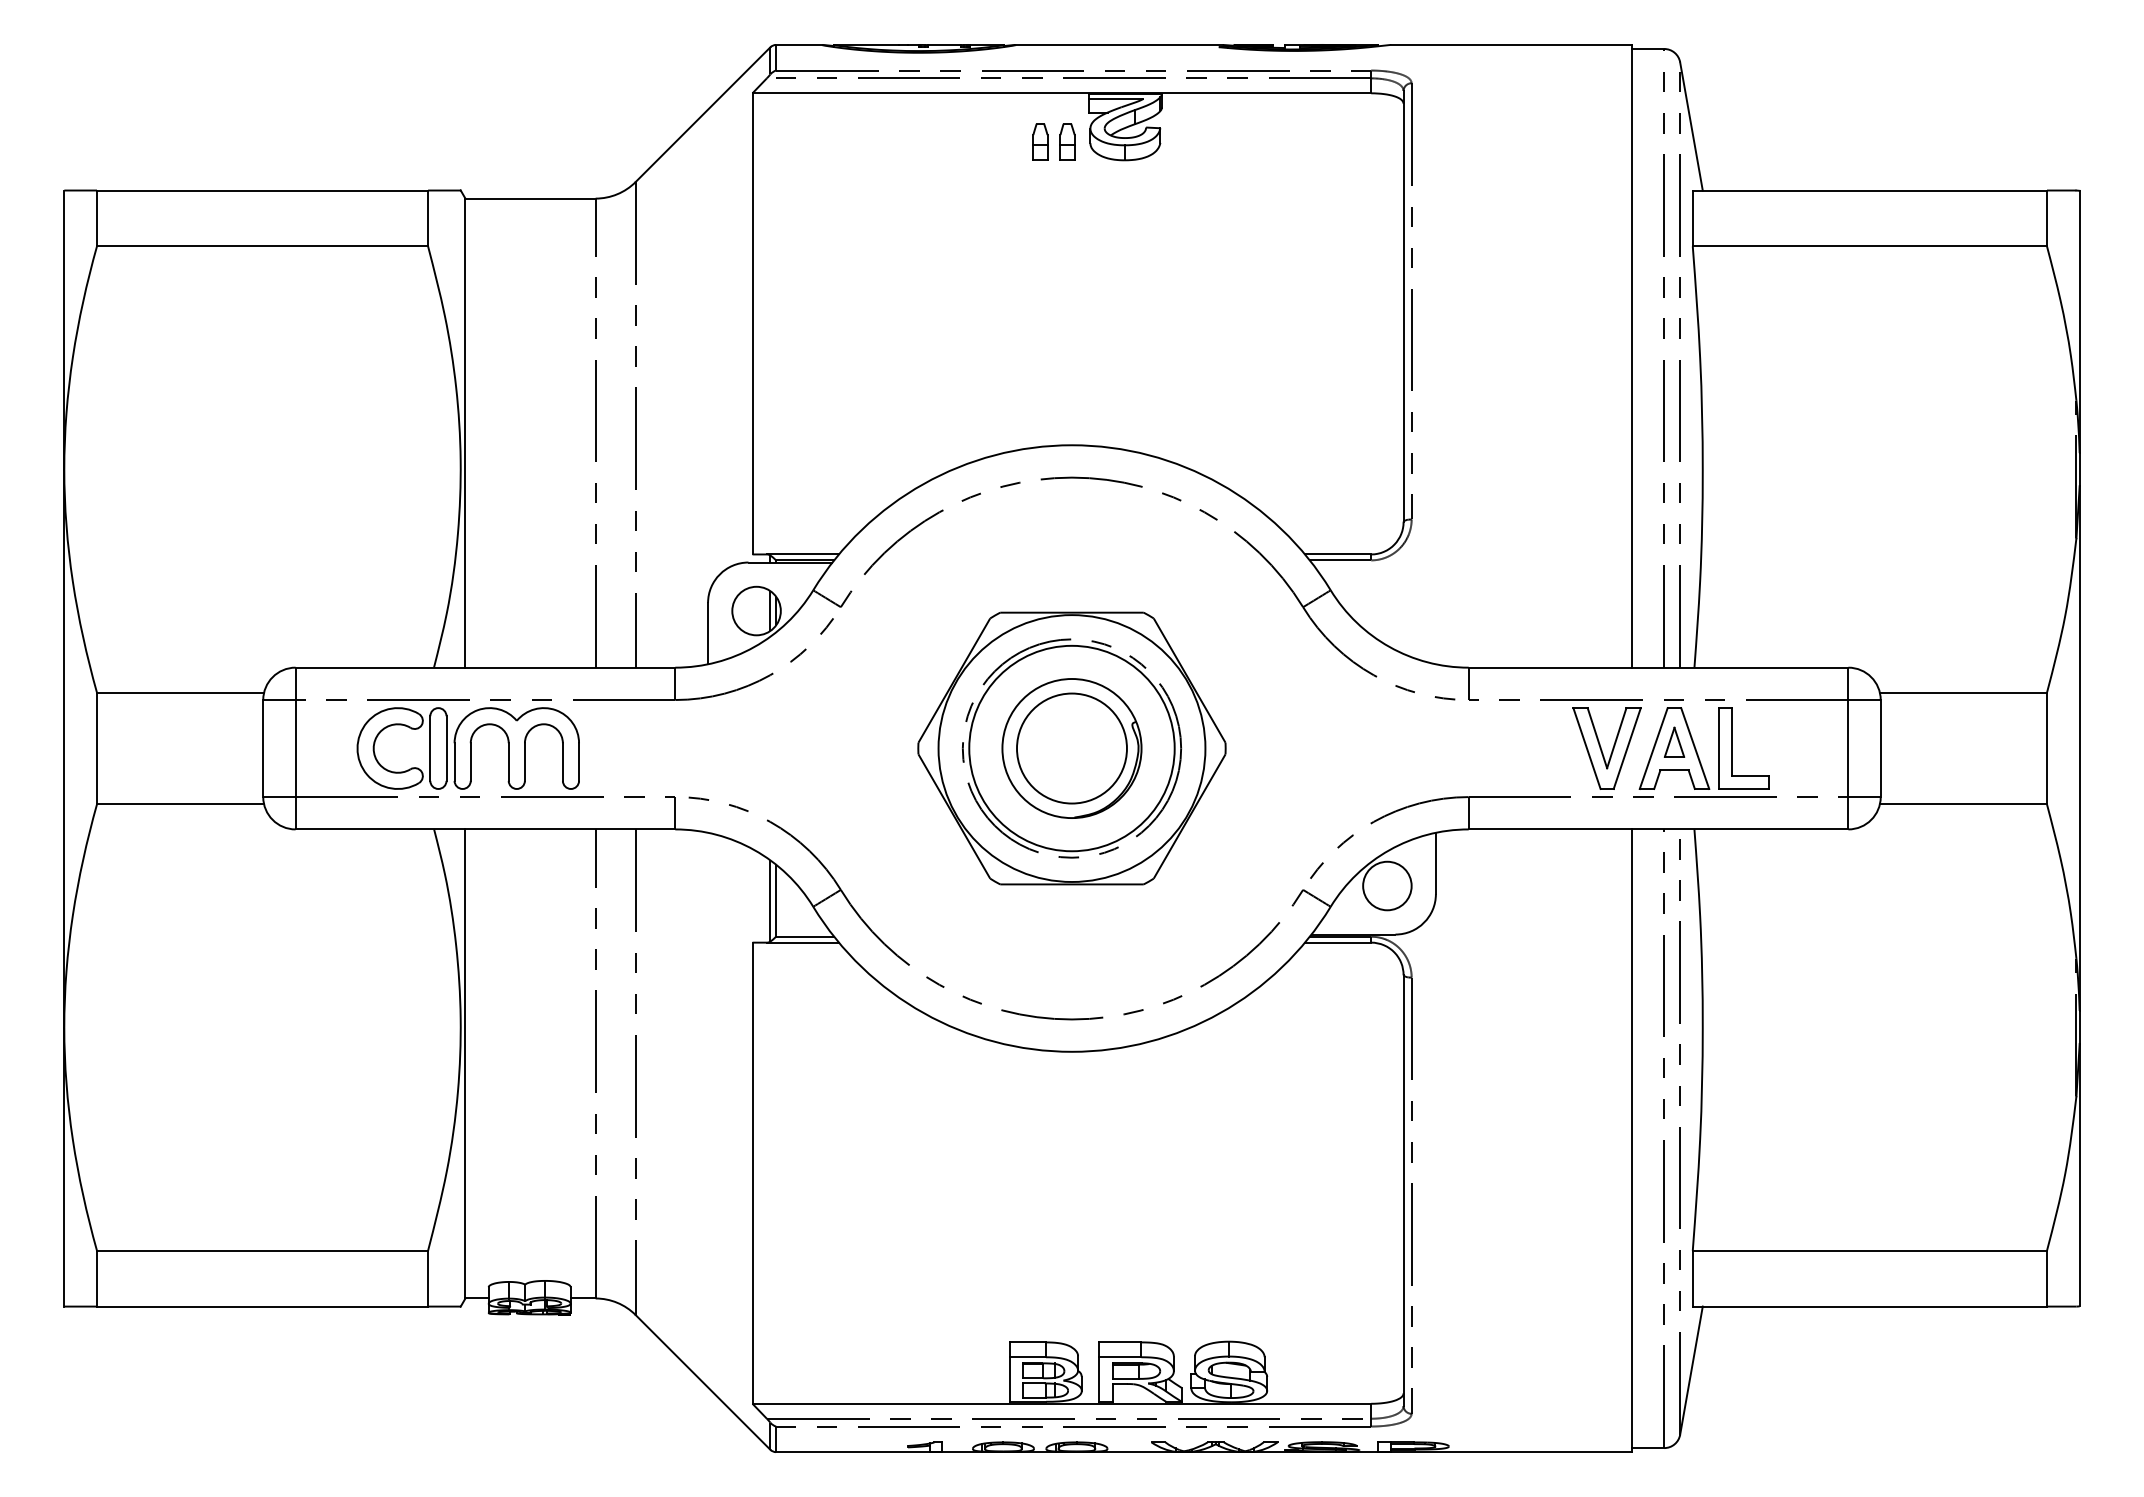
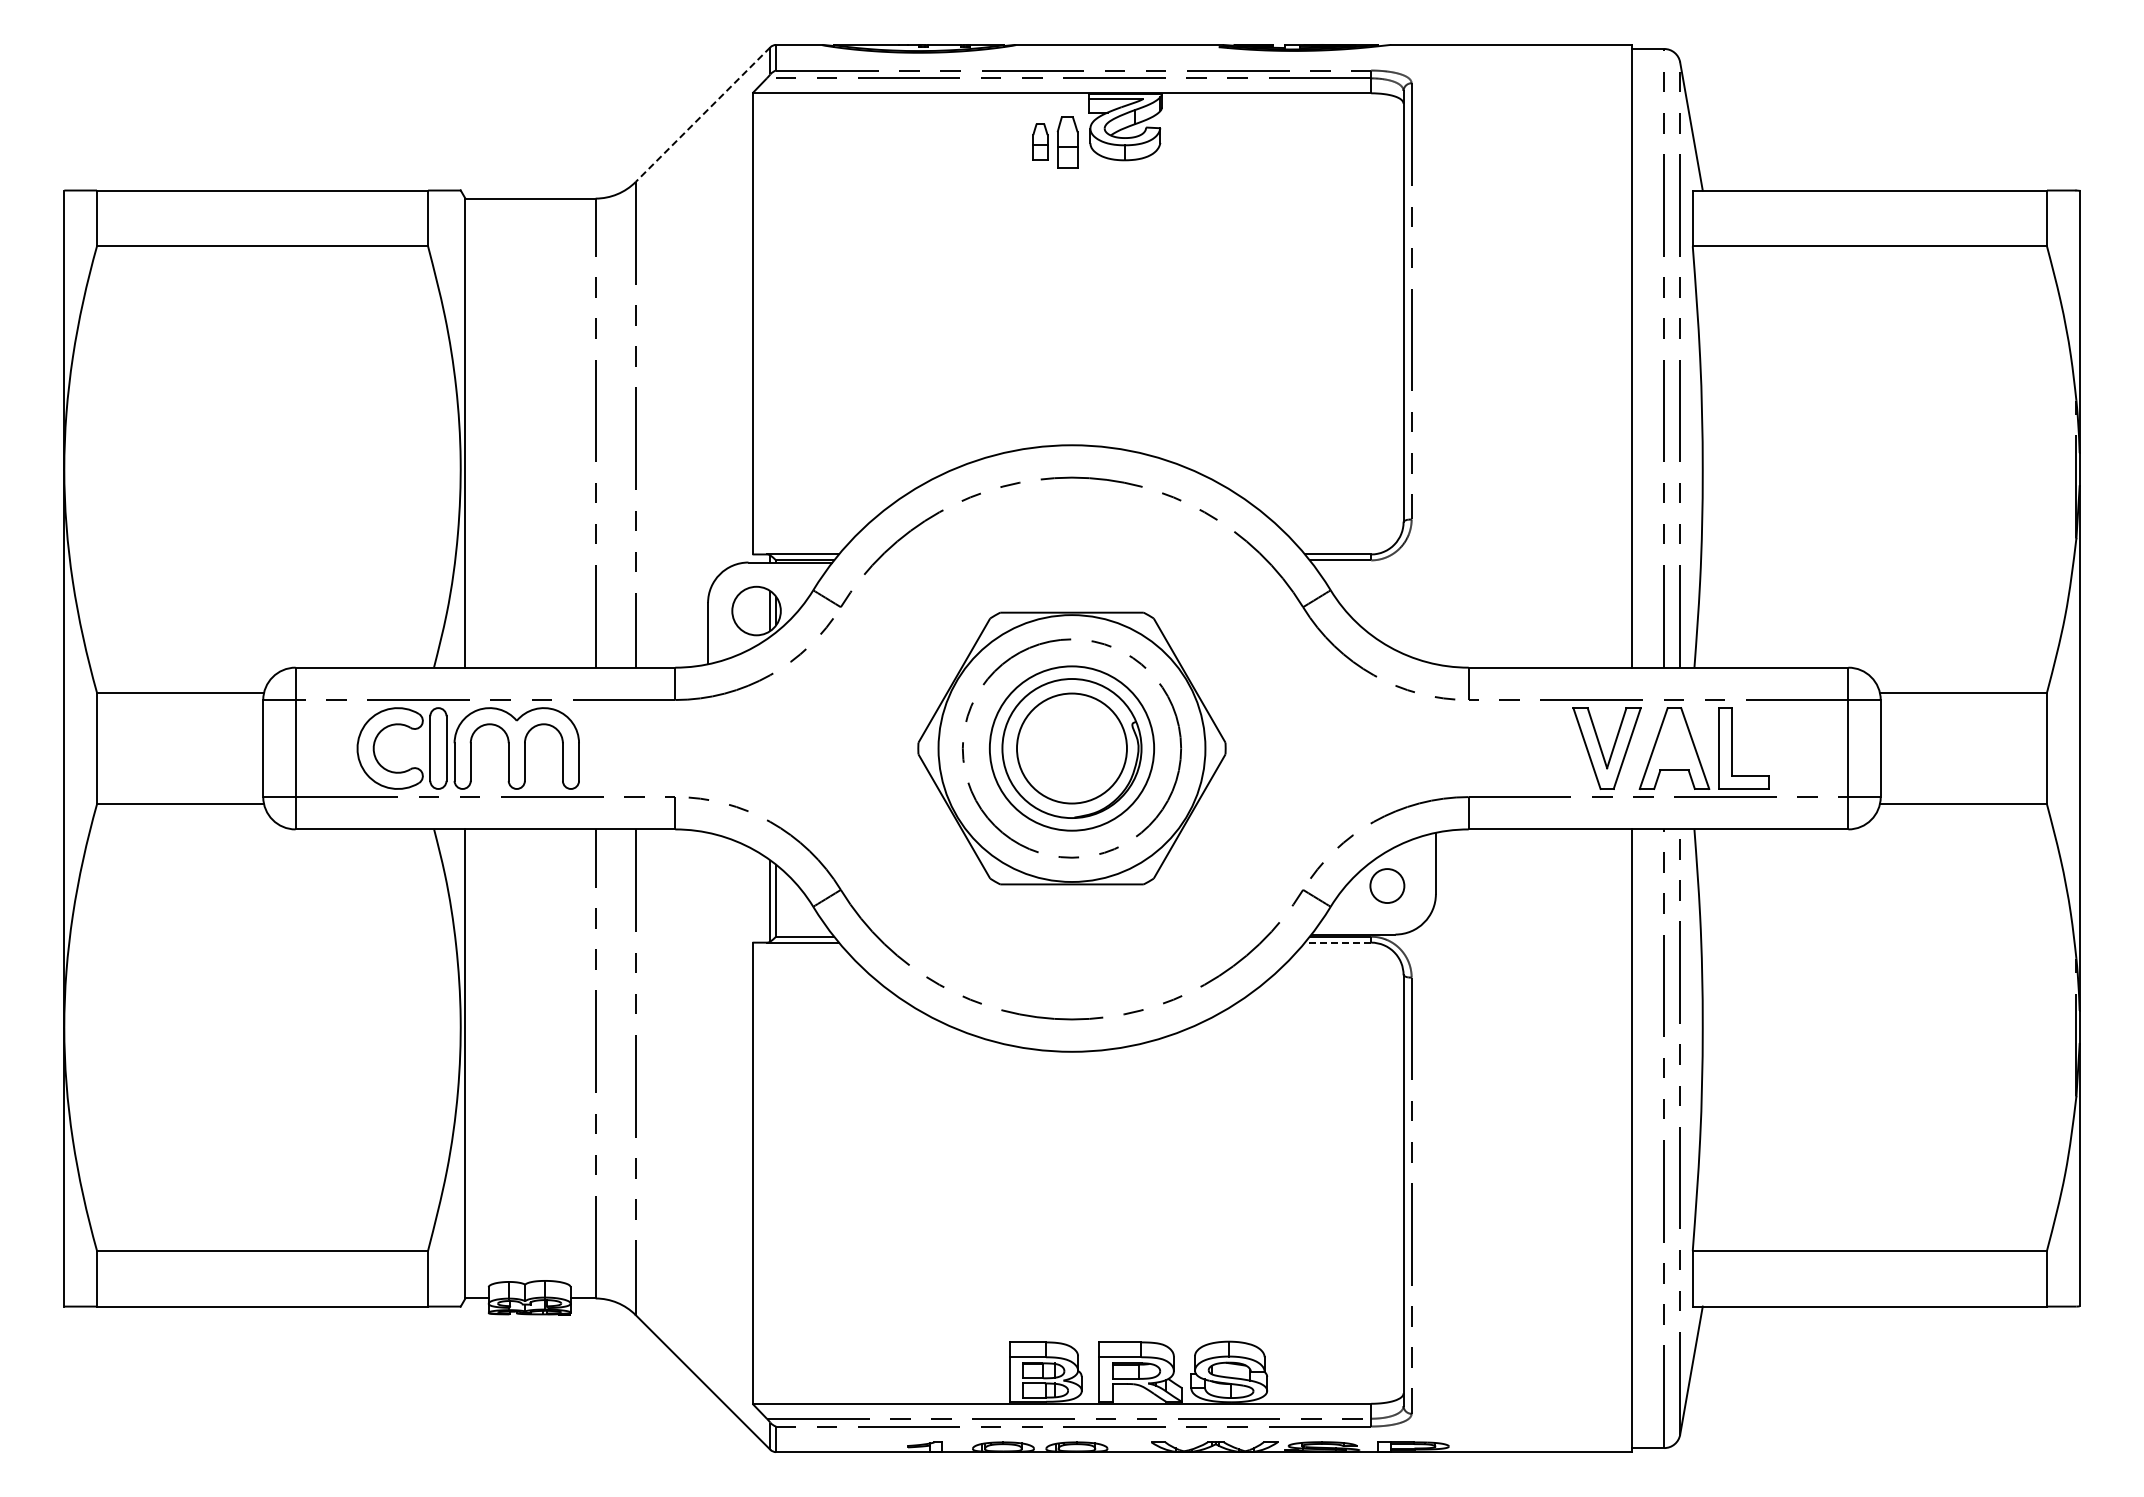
line at (702, 115): solid -> dashed
part at (1067, 141) size: 17x38 px -> 23x53 px
part at (1674, 741): present -> none
circle at (1071, 748) diameter: 205 px -> 164 px
circle at (1387, 885) diameter: 49 px -> 34 px
line at (1337, 942): solid -> dashed
